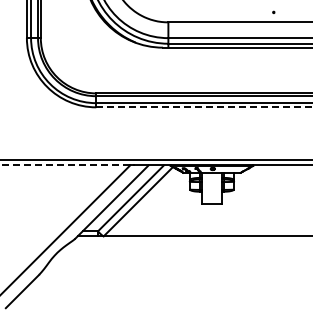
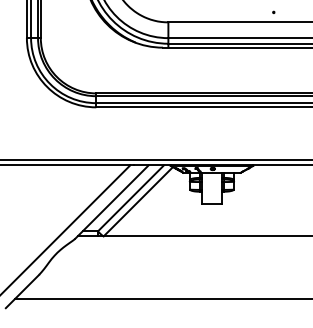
line at (204, 107): dashed -> solid
line at (65, 165): dashed -> solid
line at (161, 299): none -> present
